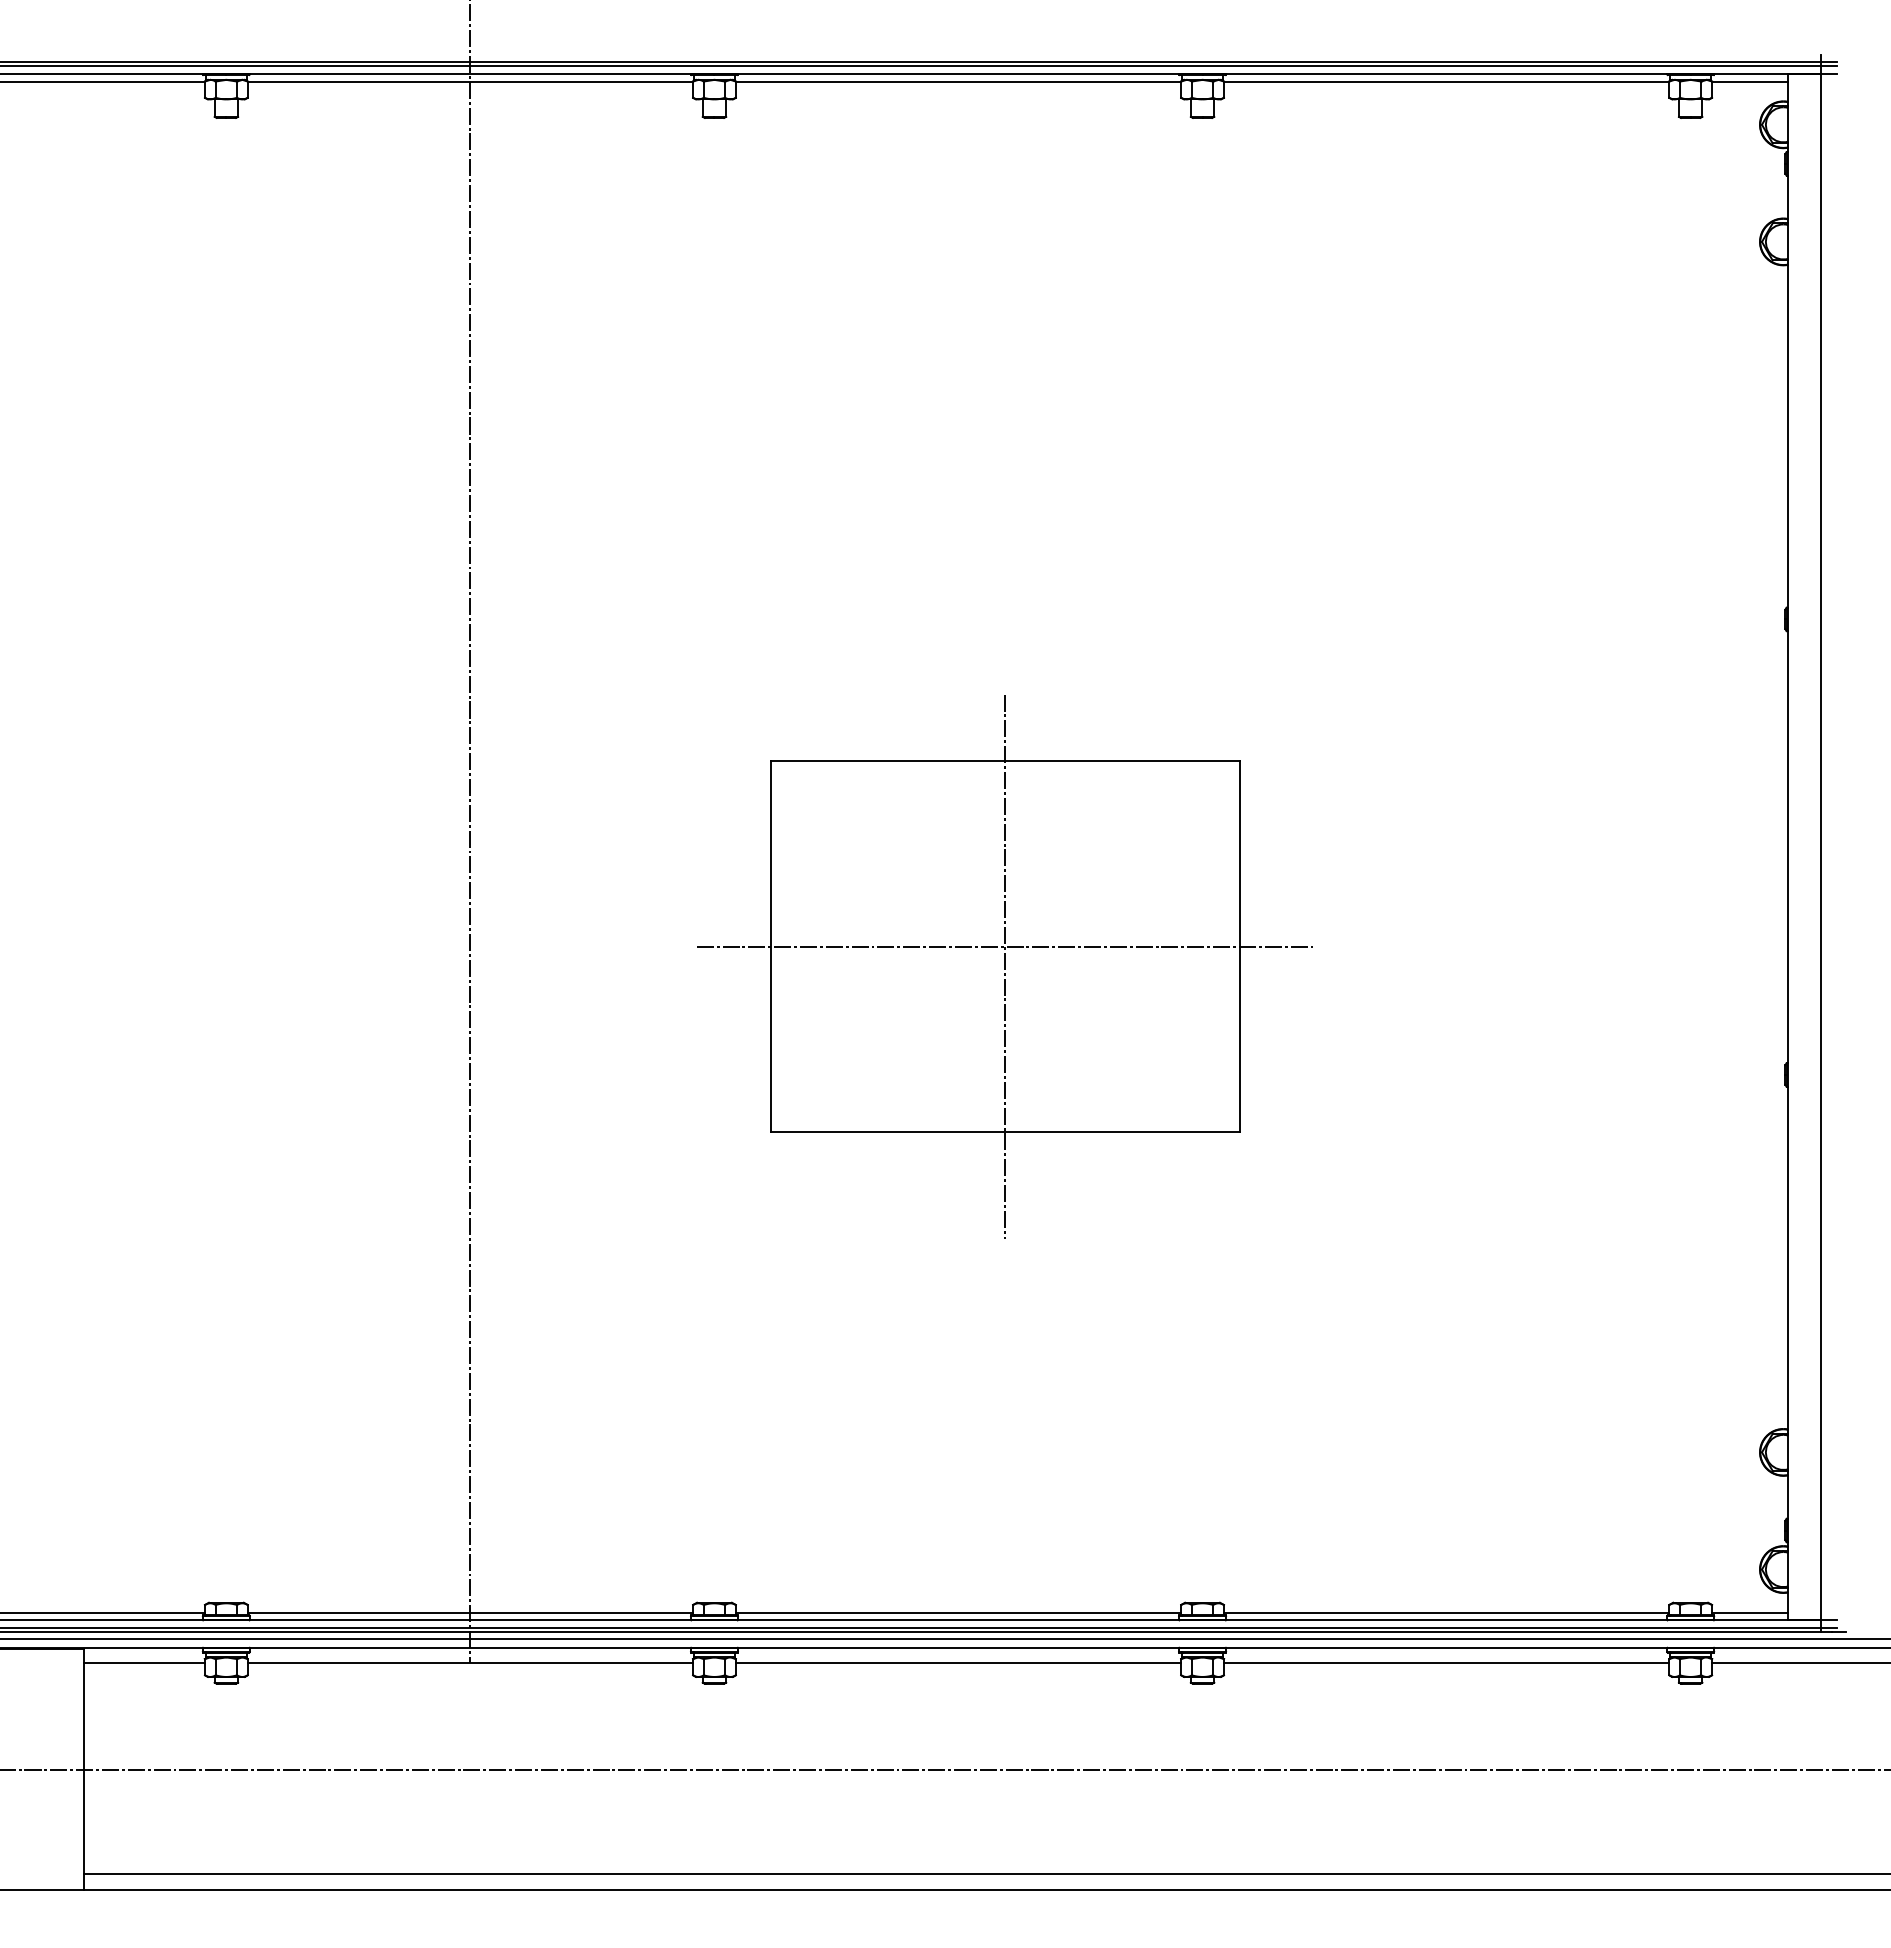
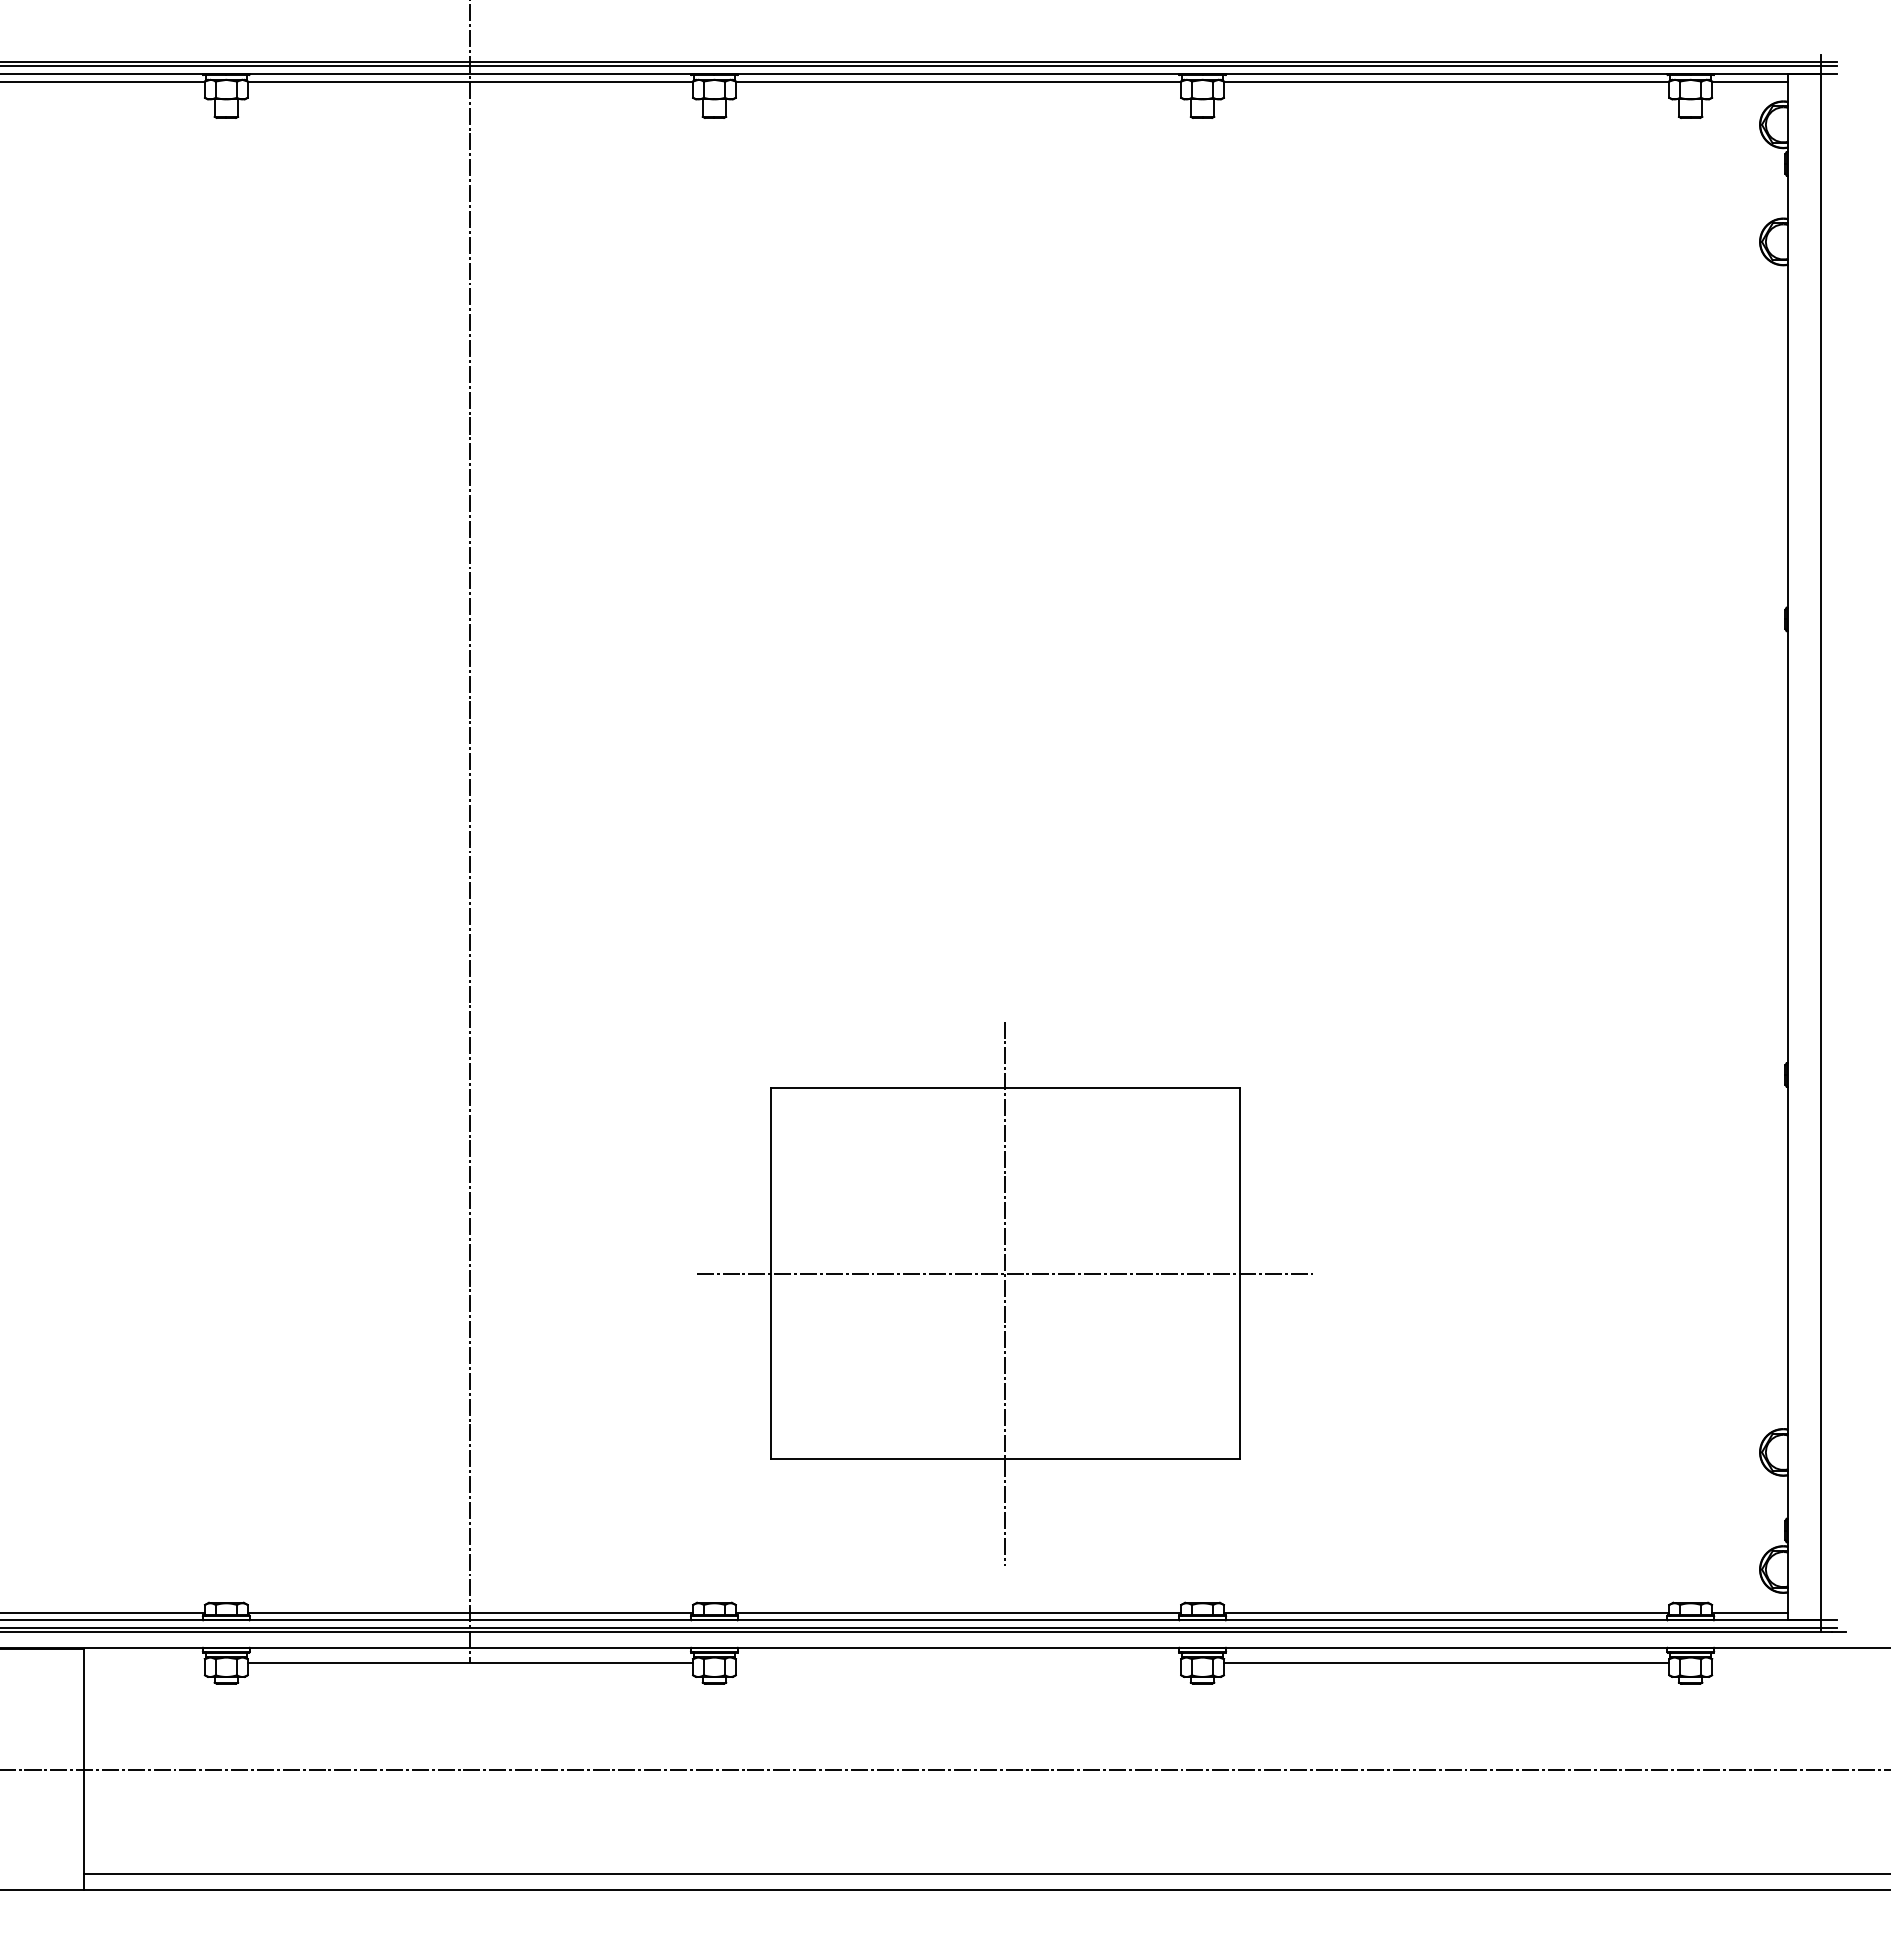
part at (1004, 966) position: (1004, 966) -> (1004, 1293)
line at (944, 1639): present -> none
line at (143, 1663): present -> none
line at (958, 1663): present -> none
line at (1799, 1663): present -> none
